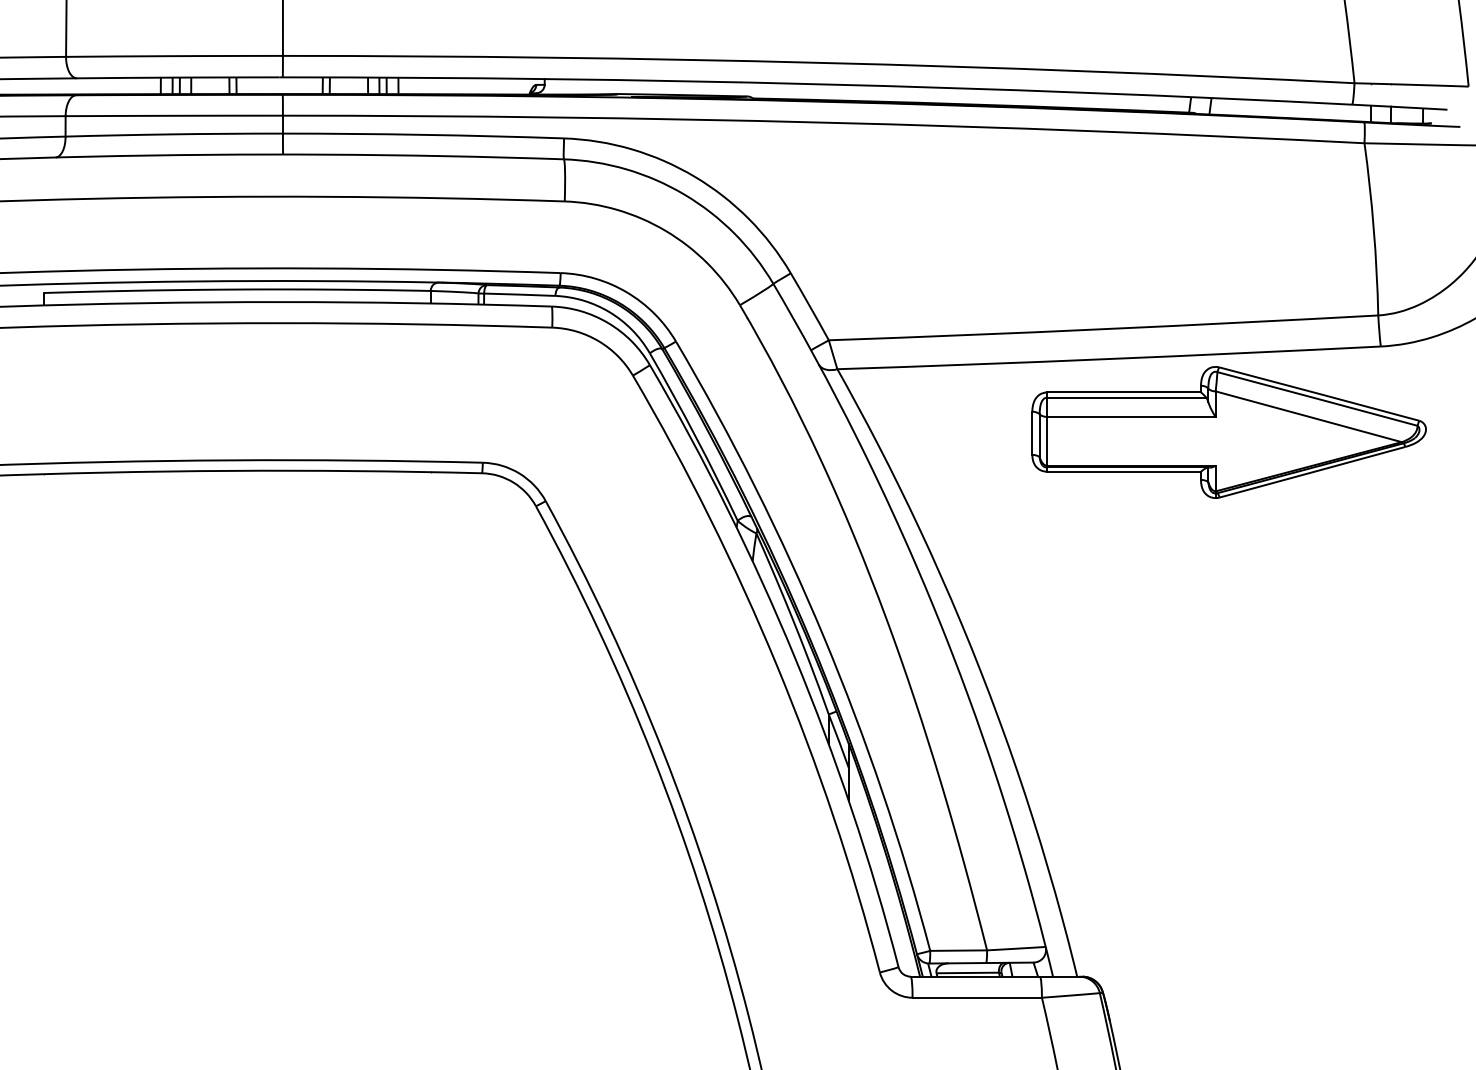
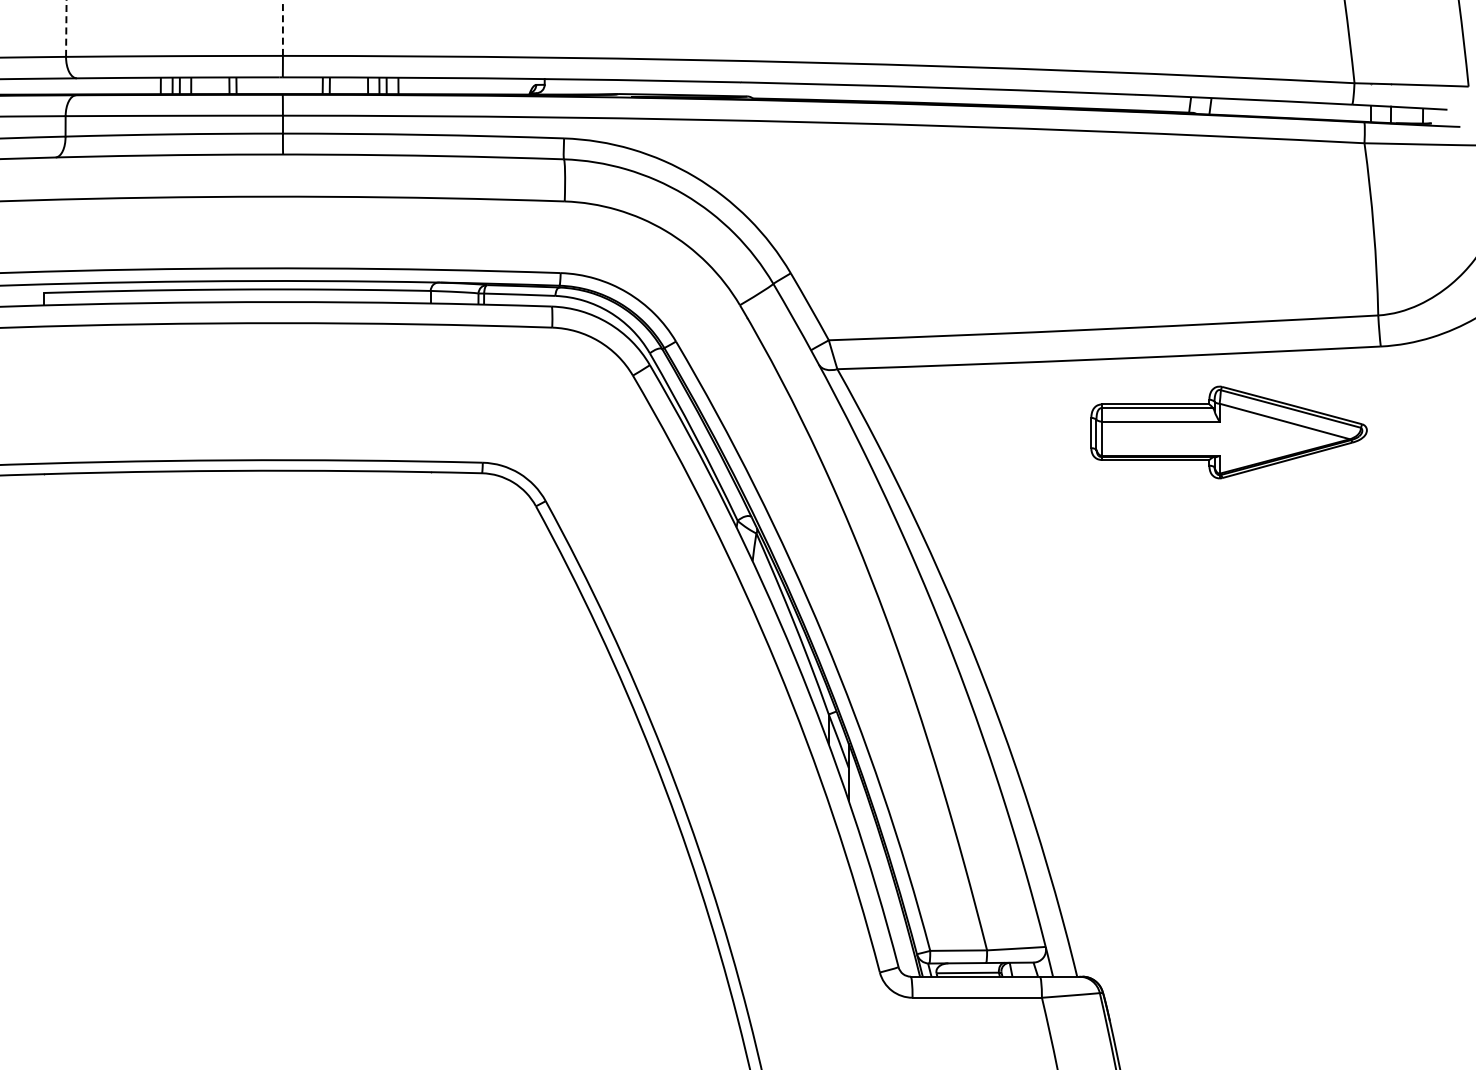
line at (66, 27): solid -> dashed
line at (282, 27): solid -> dashed
part at (1228, 432) size: 396x133 px -> 278x95 px
